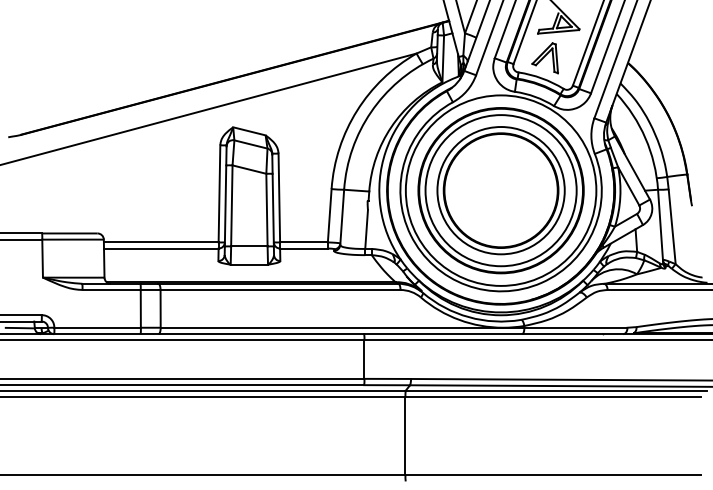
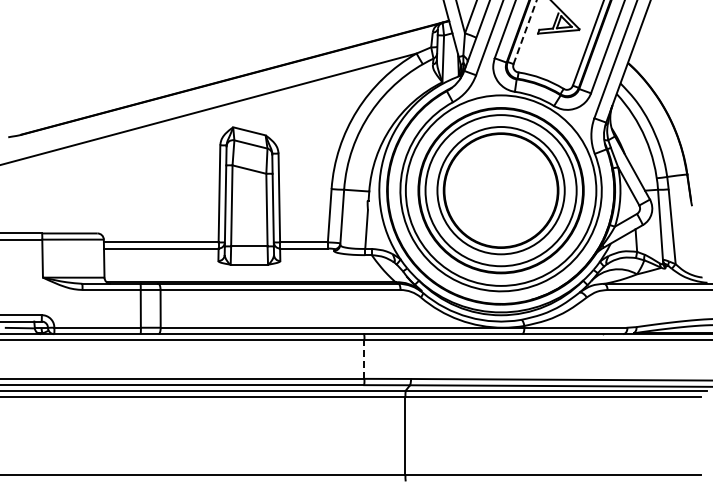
line at (525, 32): solid -> dashed
part at (544, 58): present -> none
line at (364, 359): solid -> dashed
